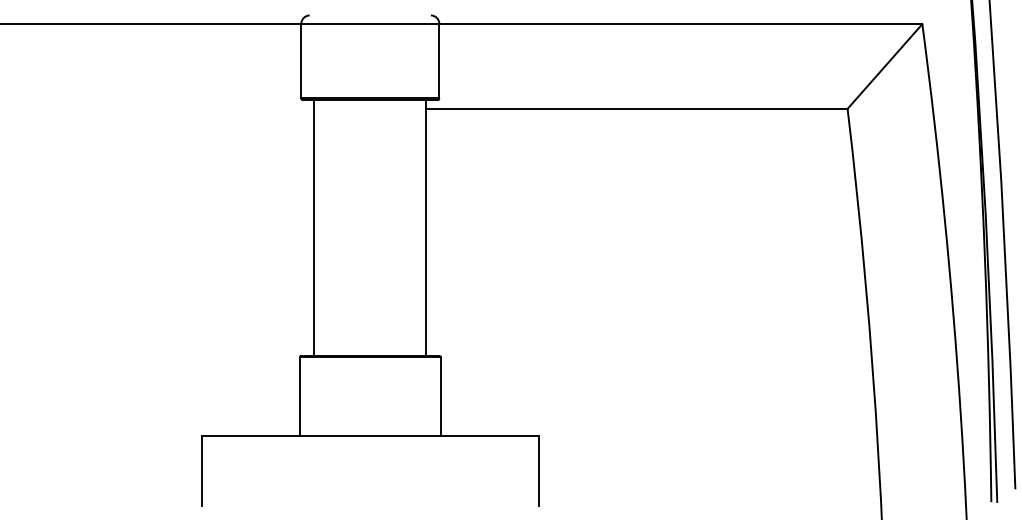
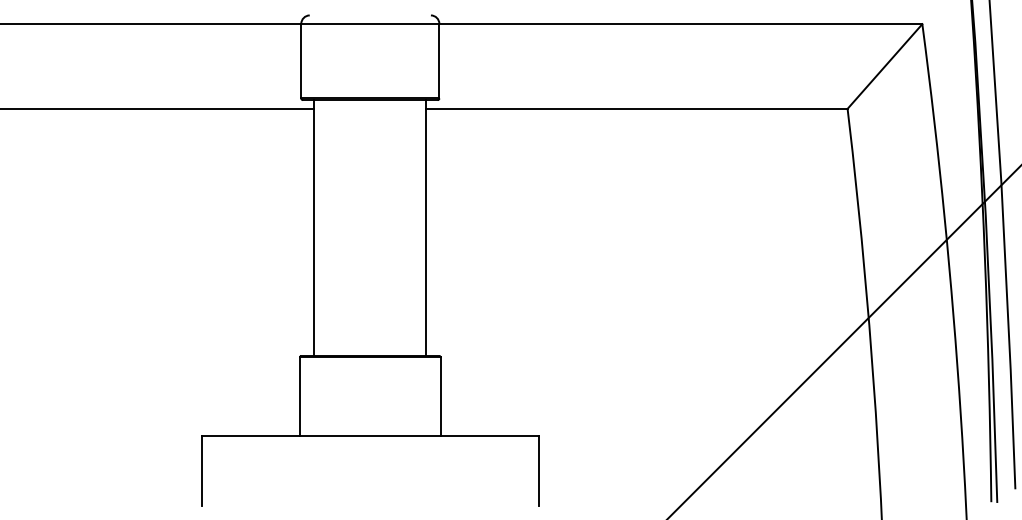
line at (158, 108): none -> present
line at (844, 341): none -> present
